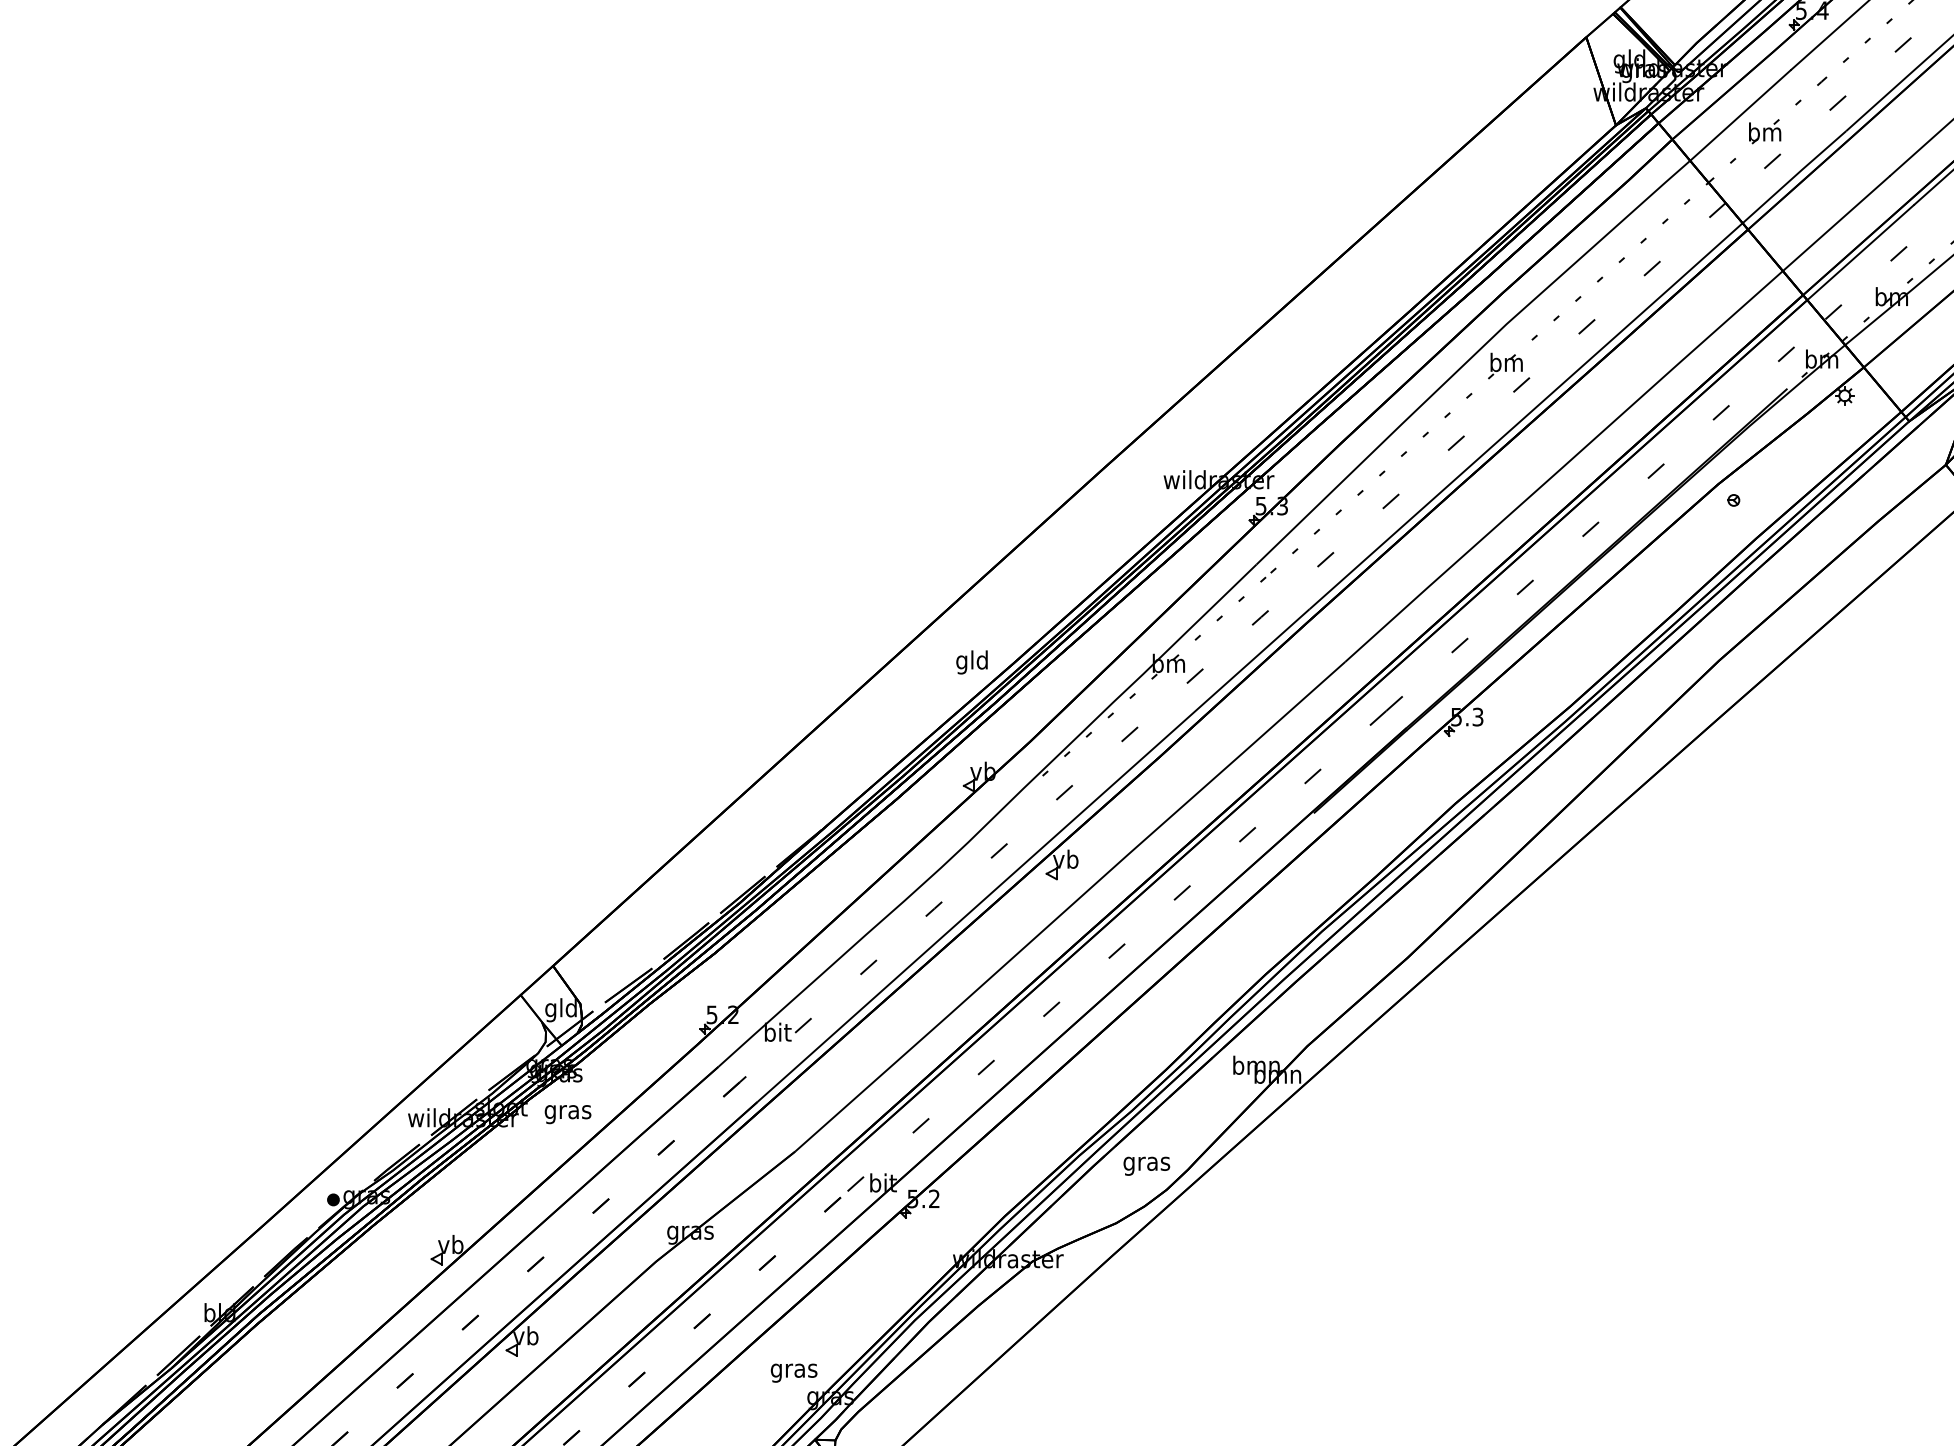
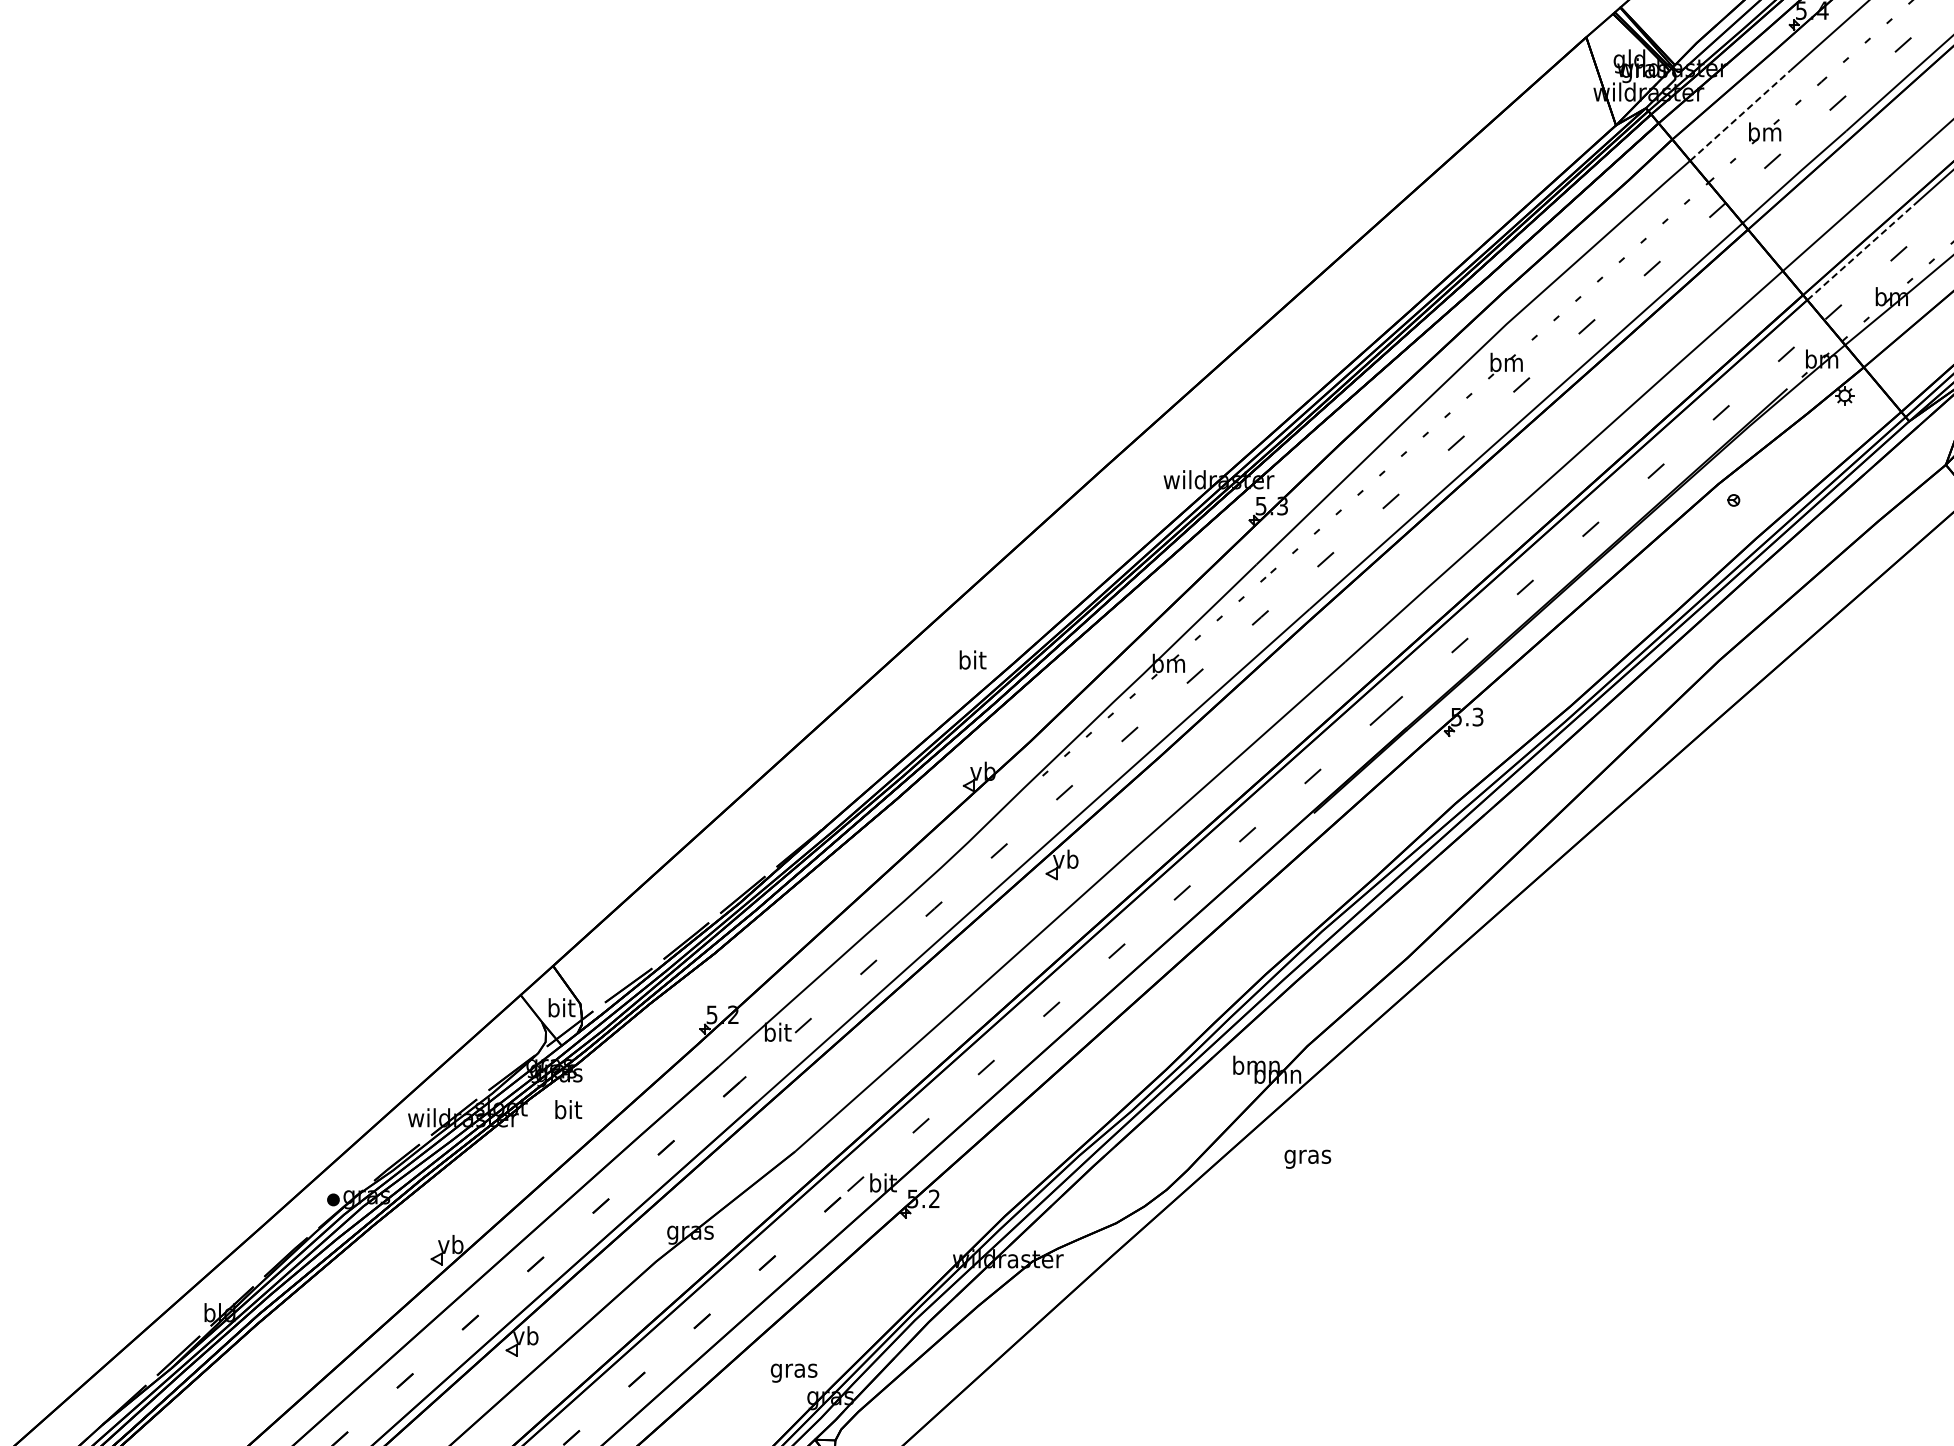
line at (1740, 115): solid -> dashed
line at (1860, 252): solid -> dashed
text at (971, 662): gld -> bit
text at (560, 1010): gld -> bit
text at (567, 1112): gras -> bit
text at (1146, 1165) position: (1146, 1165) -> (1307, 1158)
